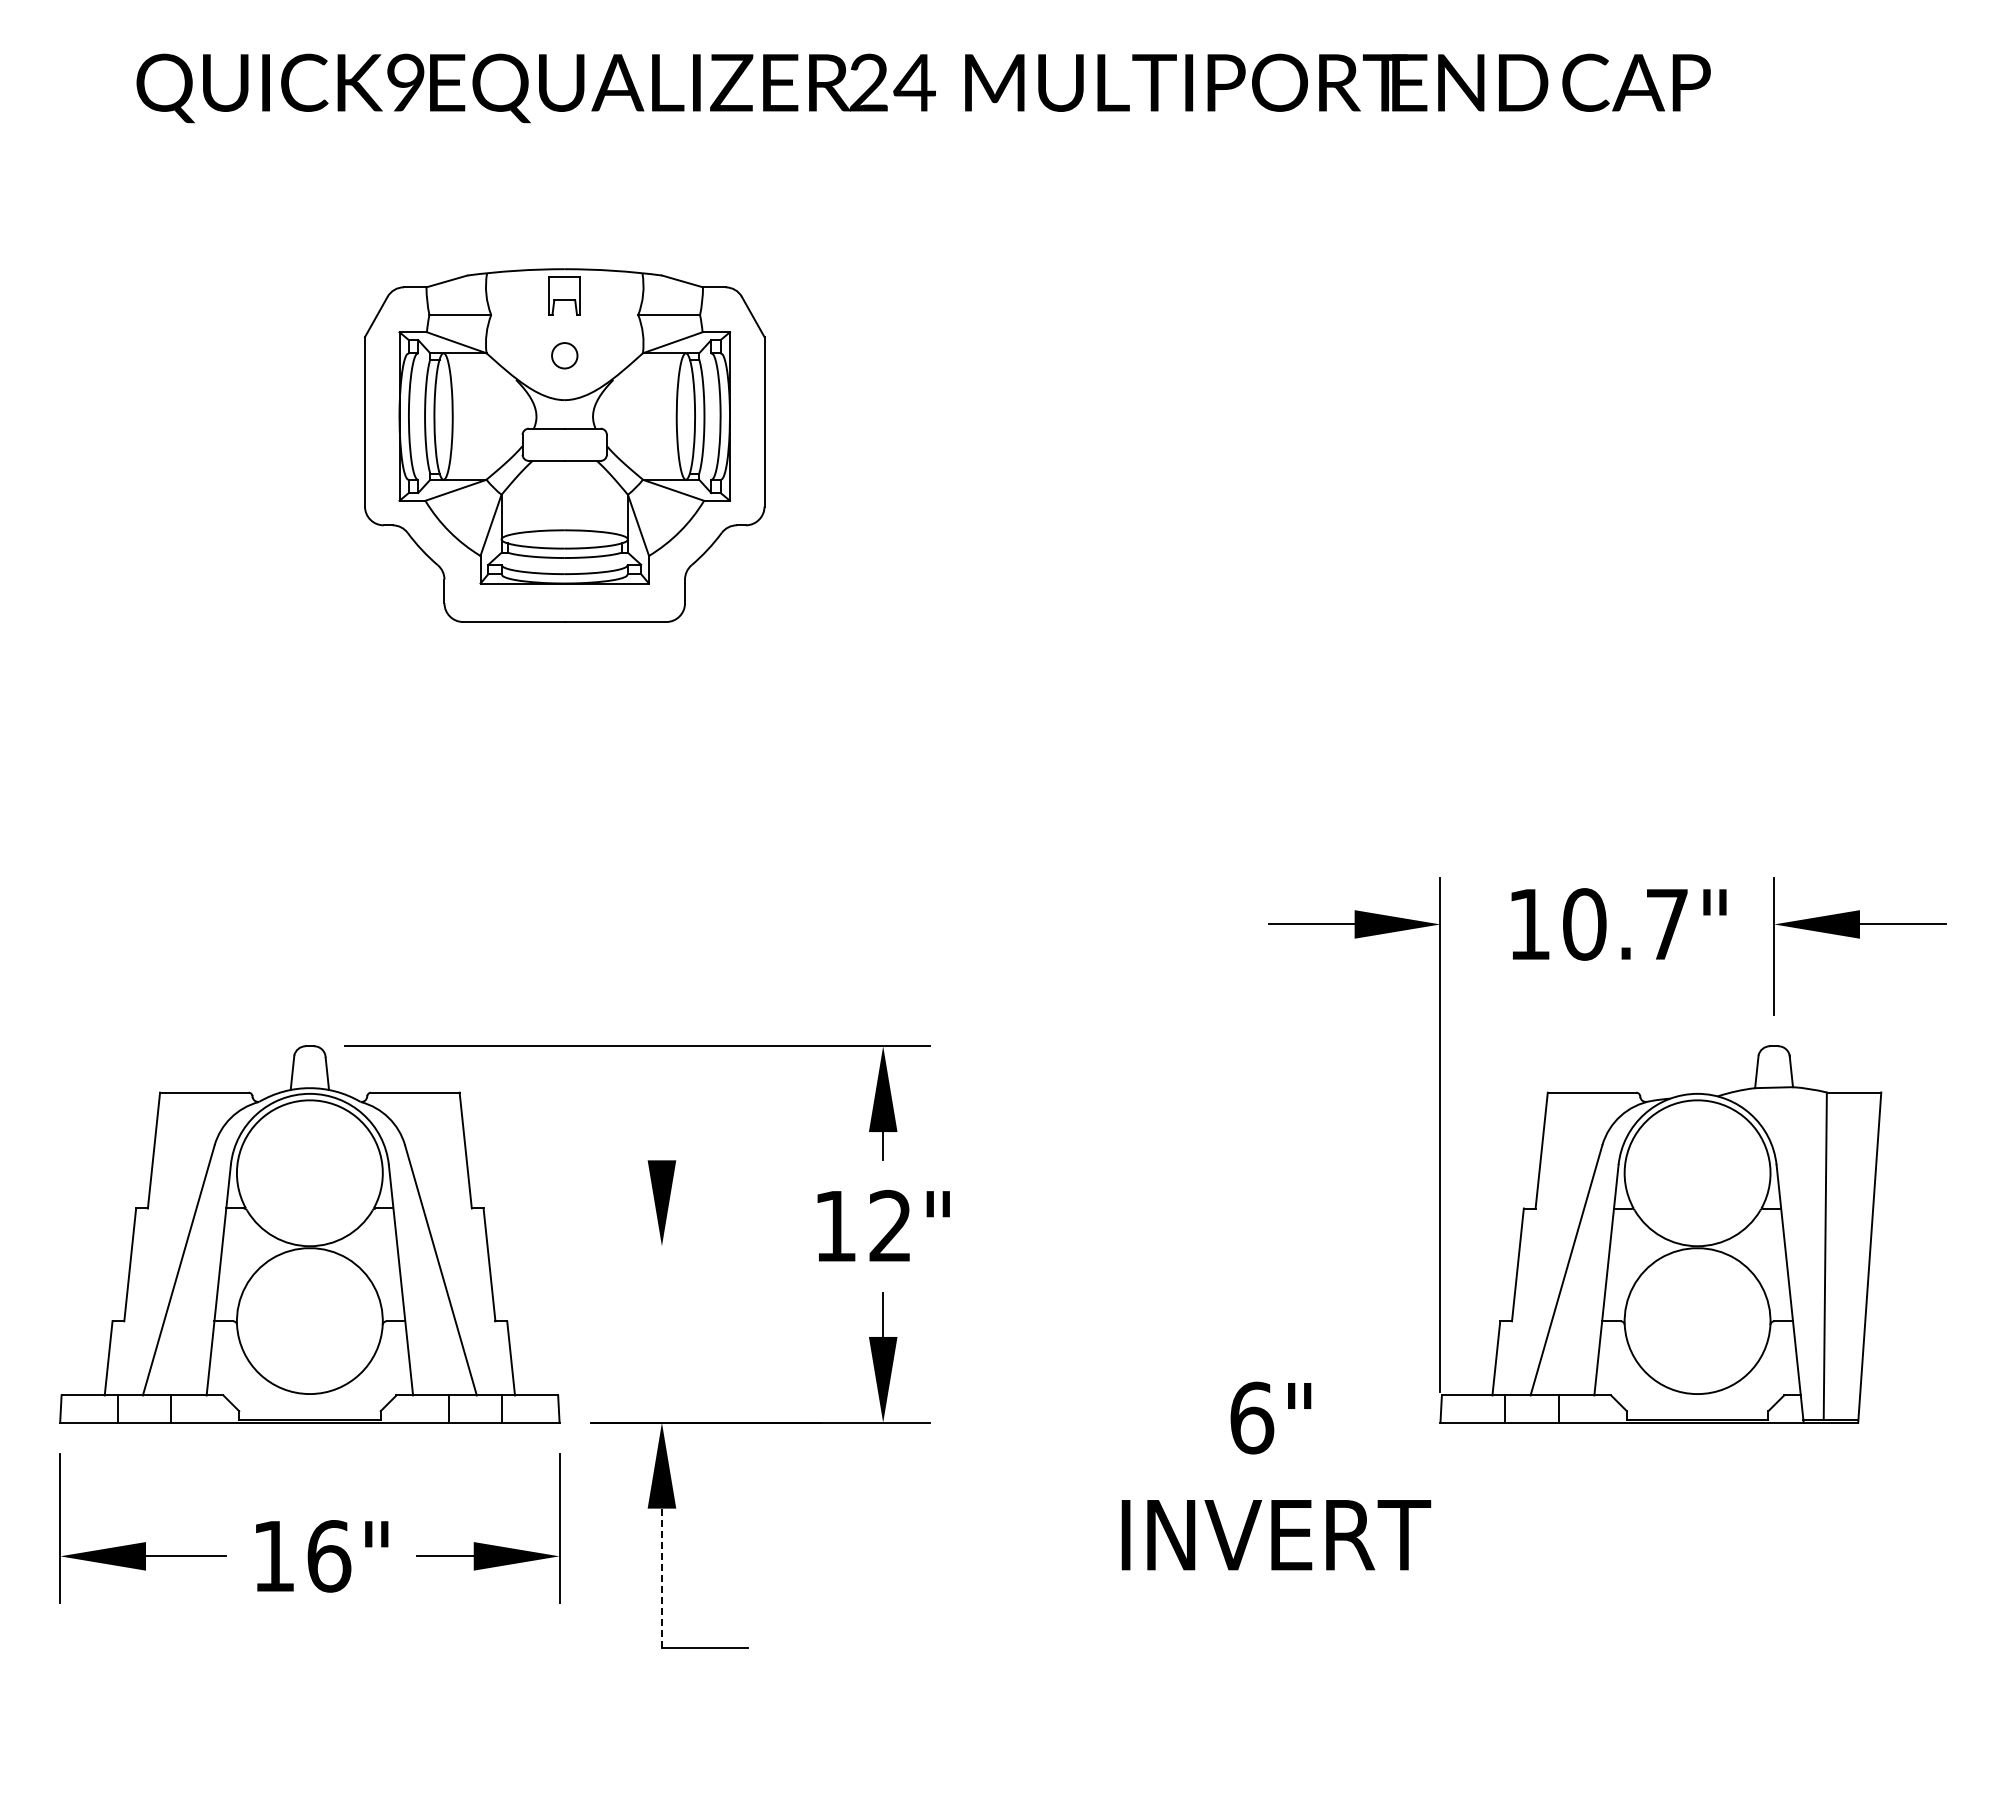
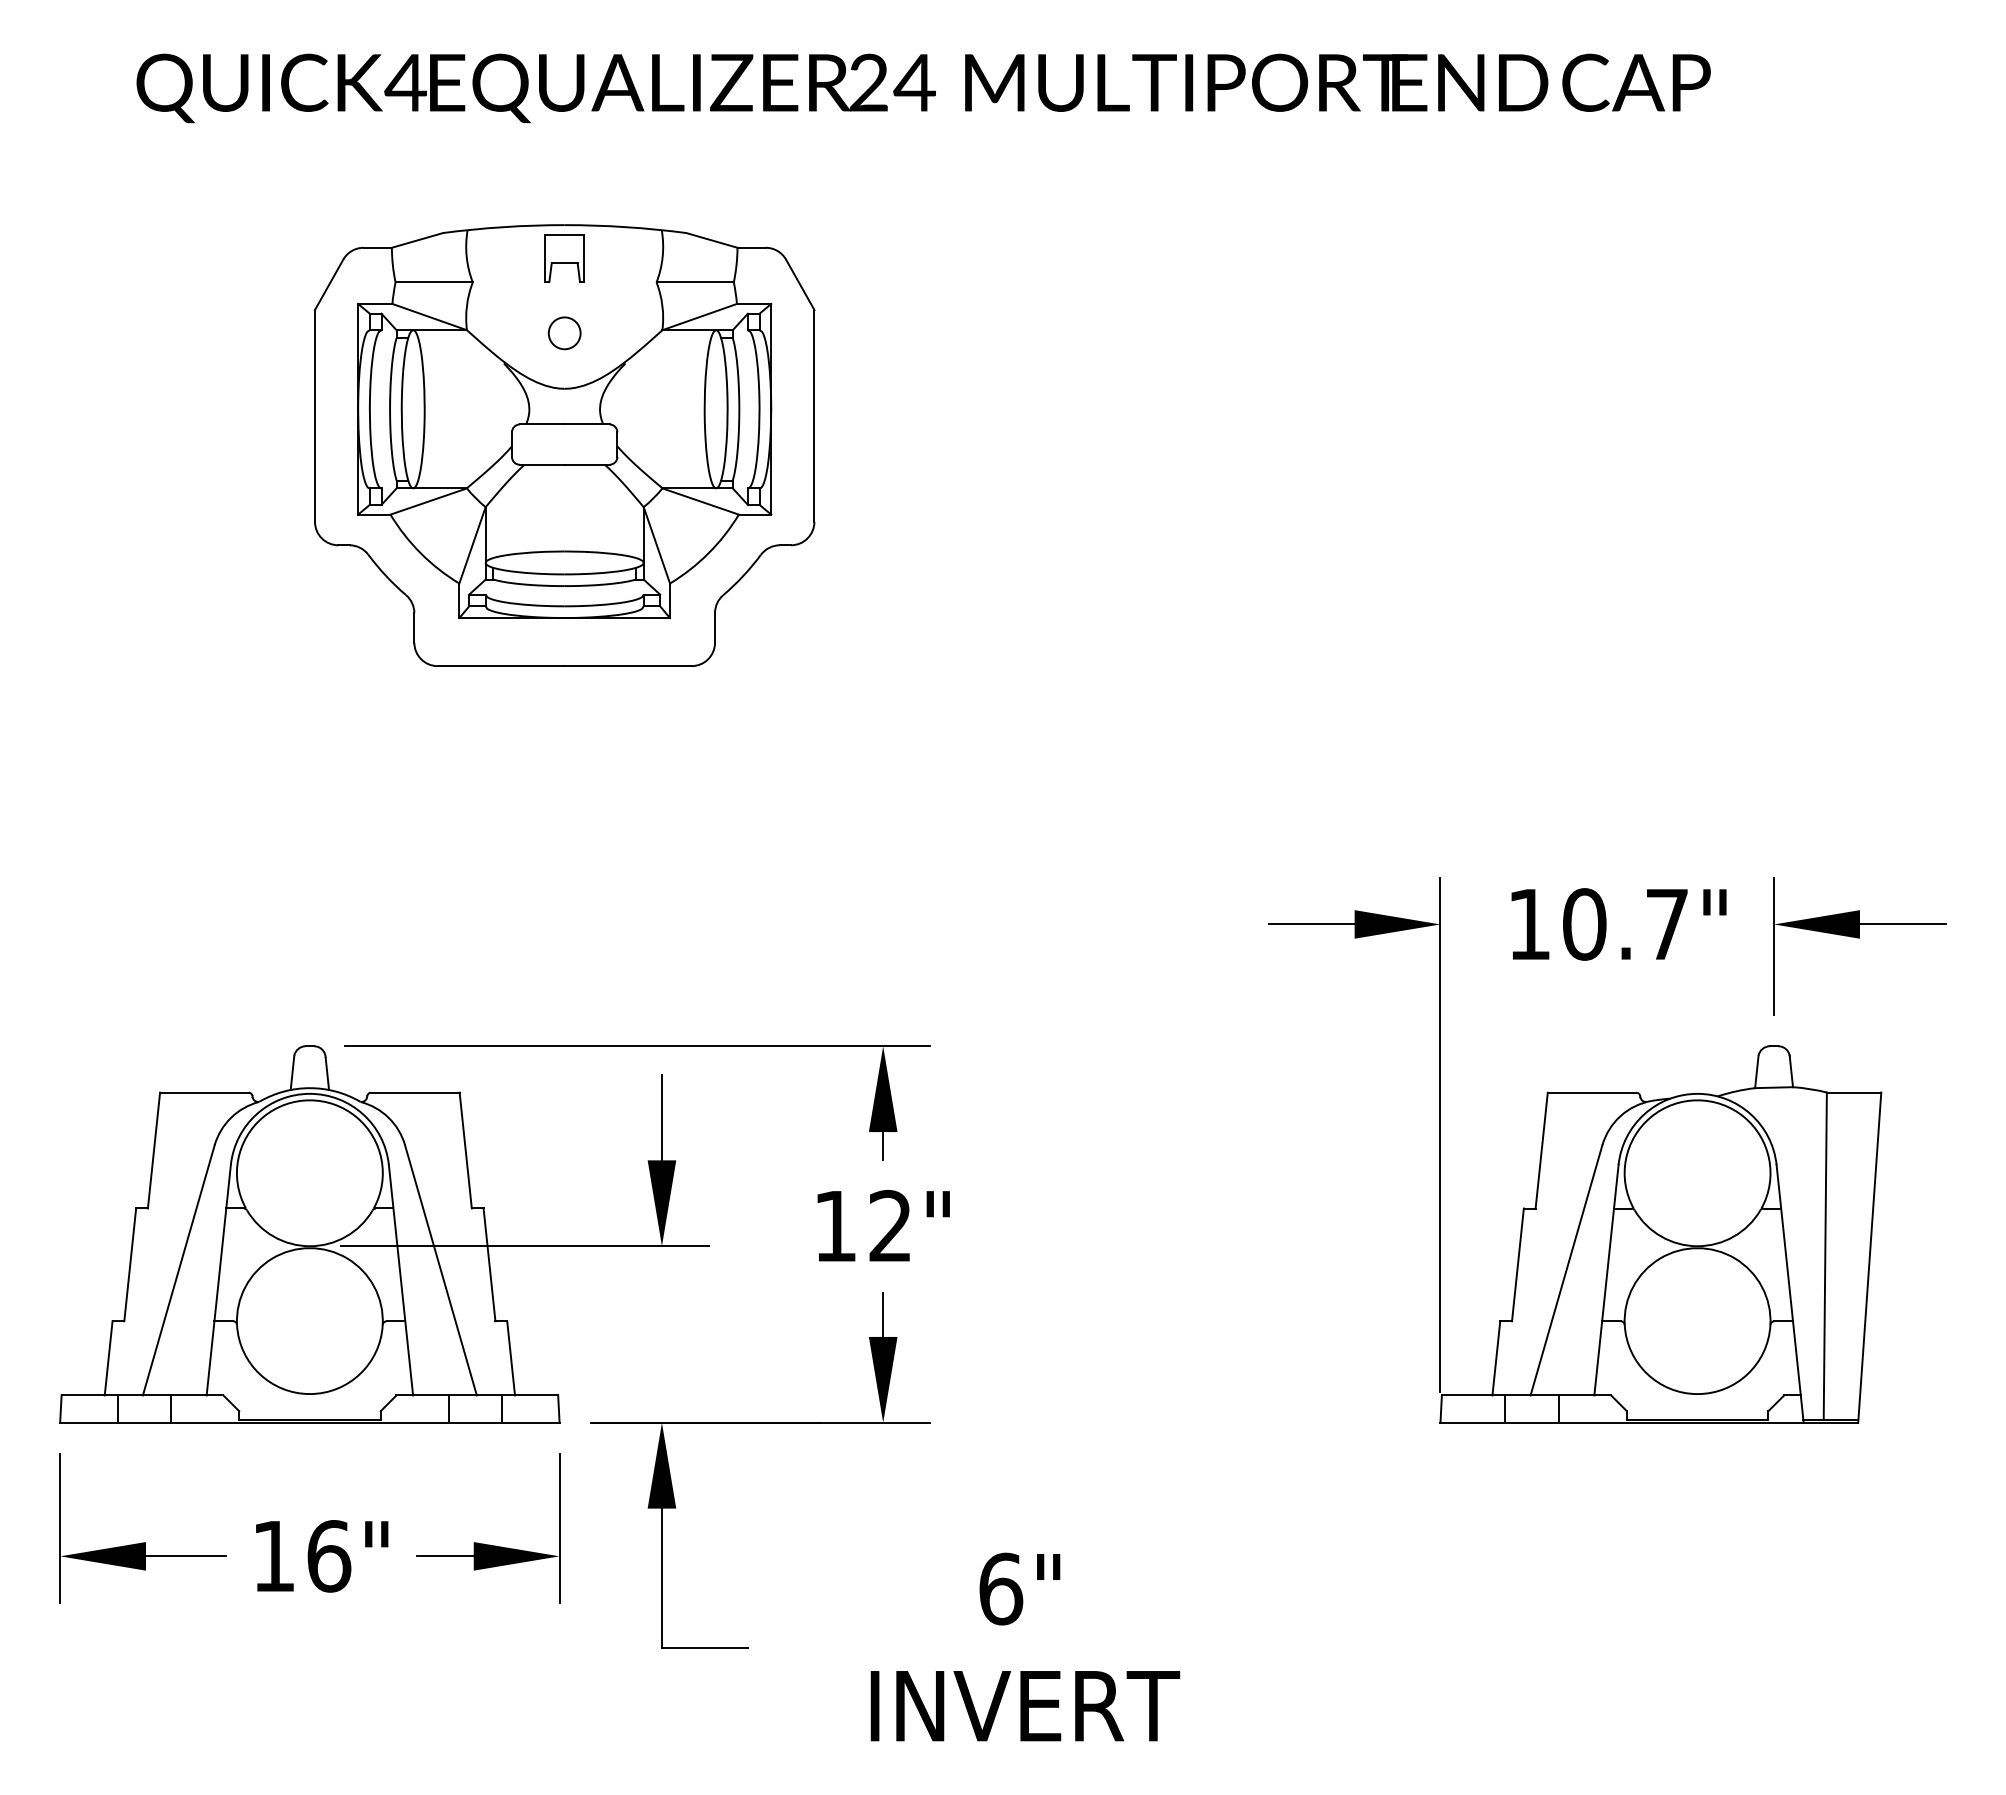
text at (405, 82): QUICK9 -> QUICK4
part at (564, 445) size: 402x355 px -> 502x443 px
line at (661, 1117): none -> present
line at (524, 1246): none -> present
text at (1276, 1475) position: (1276, 1475) -> (1025, 1646)
line at (661, 1578): dashed -> solid
